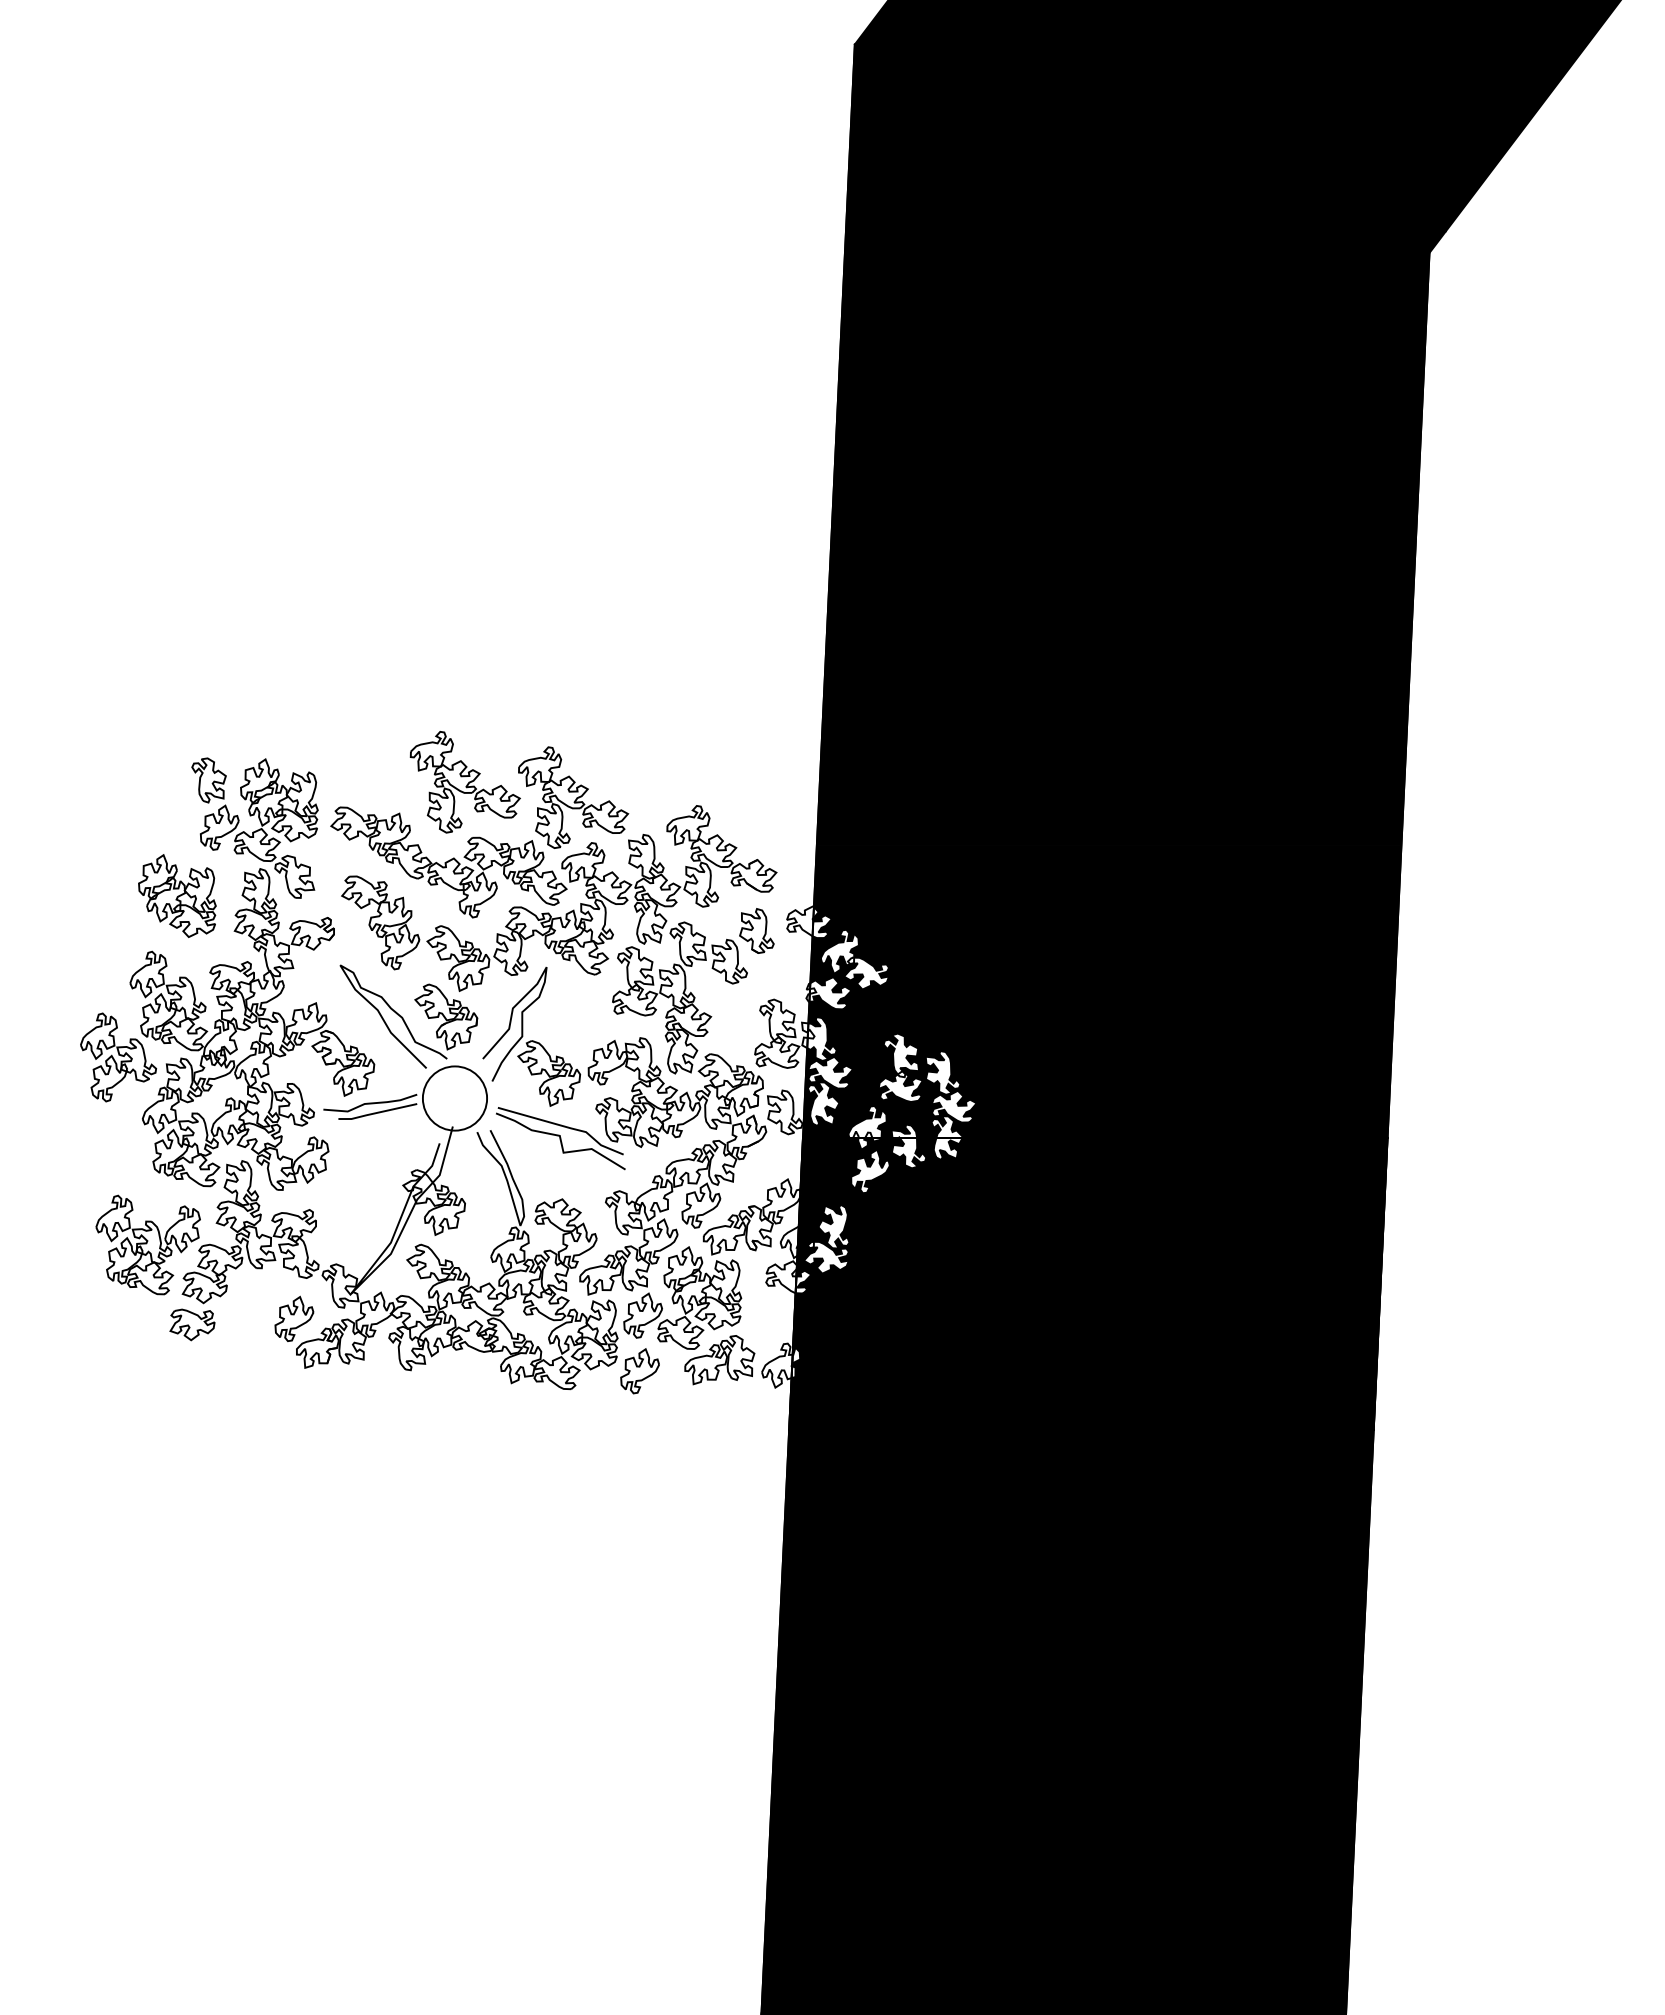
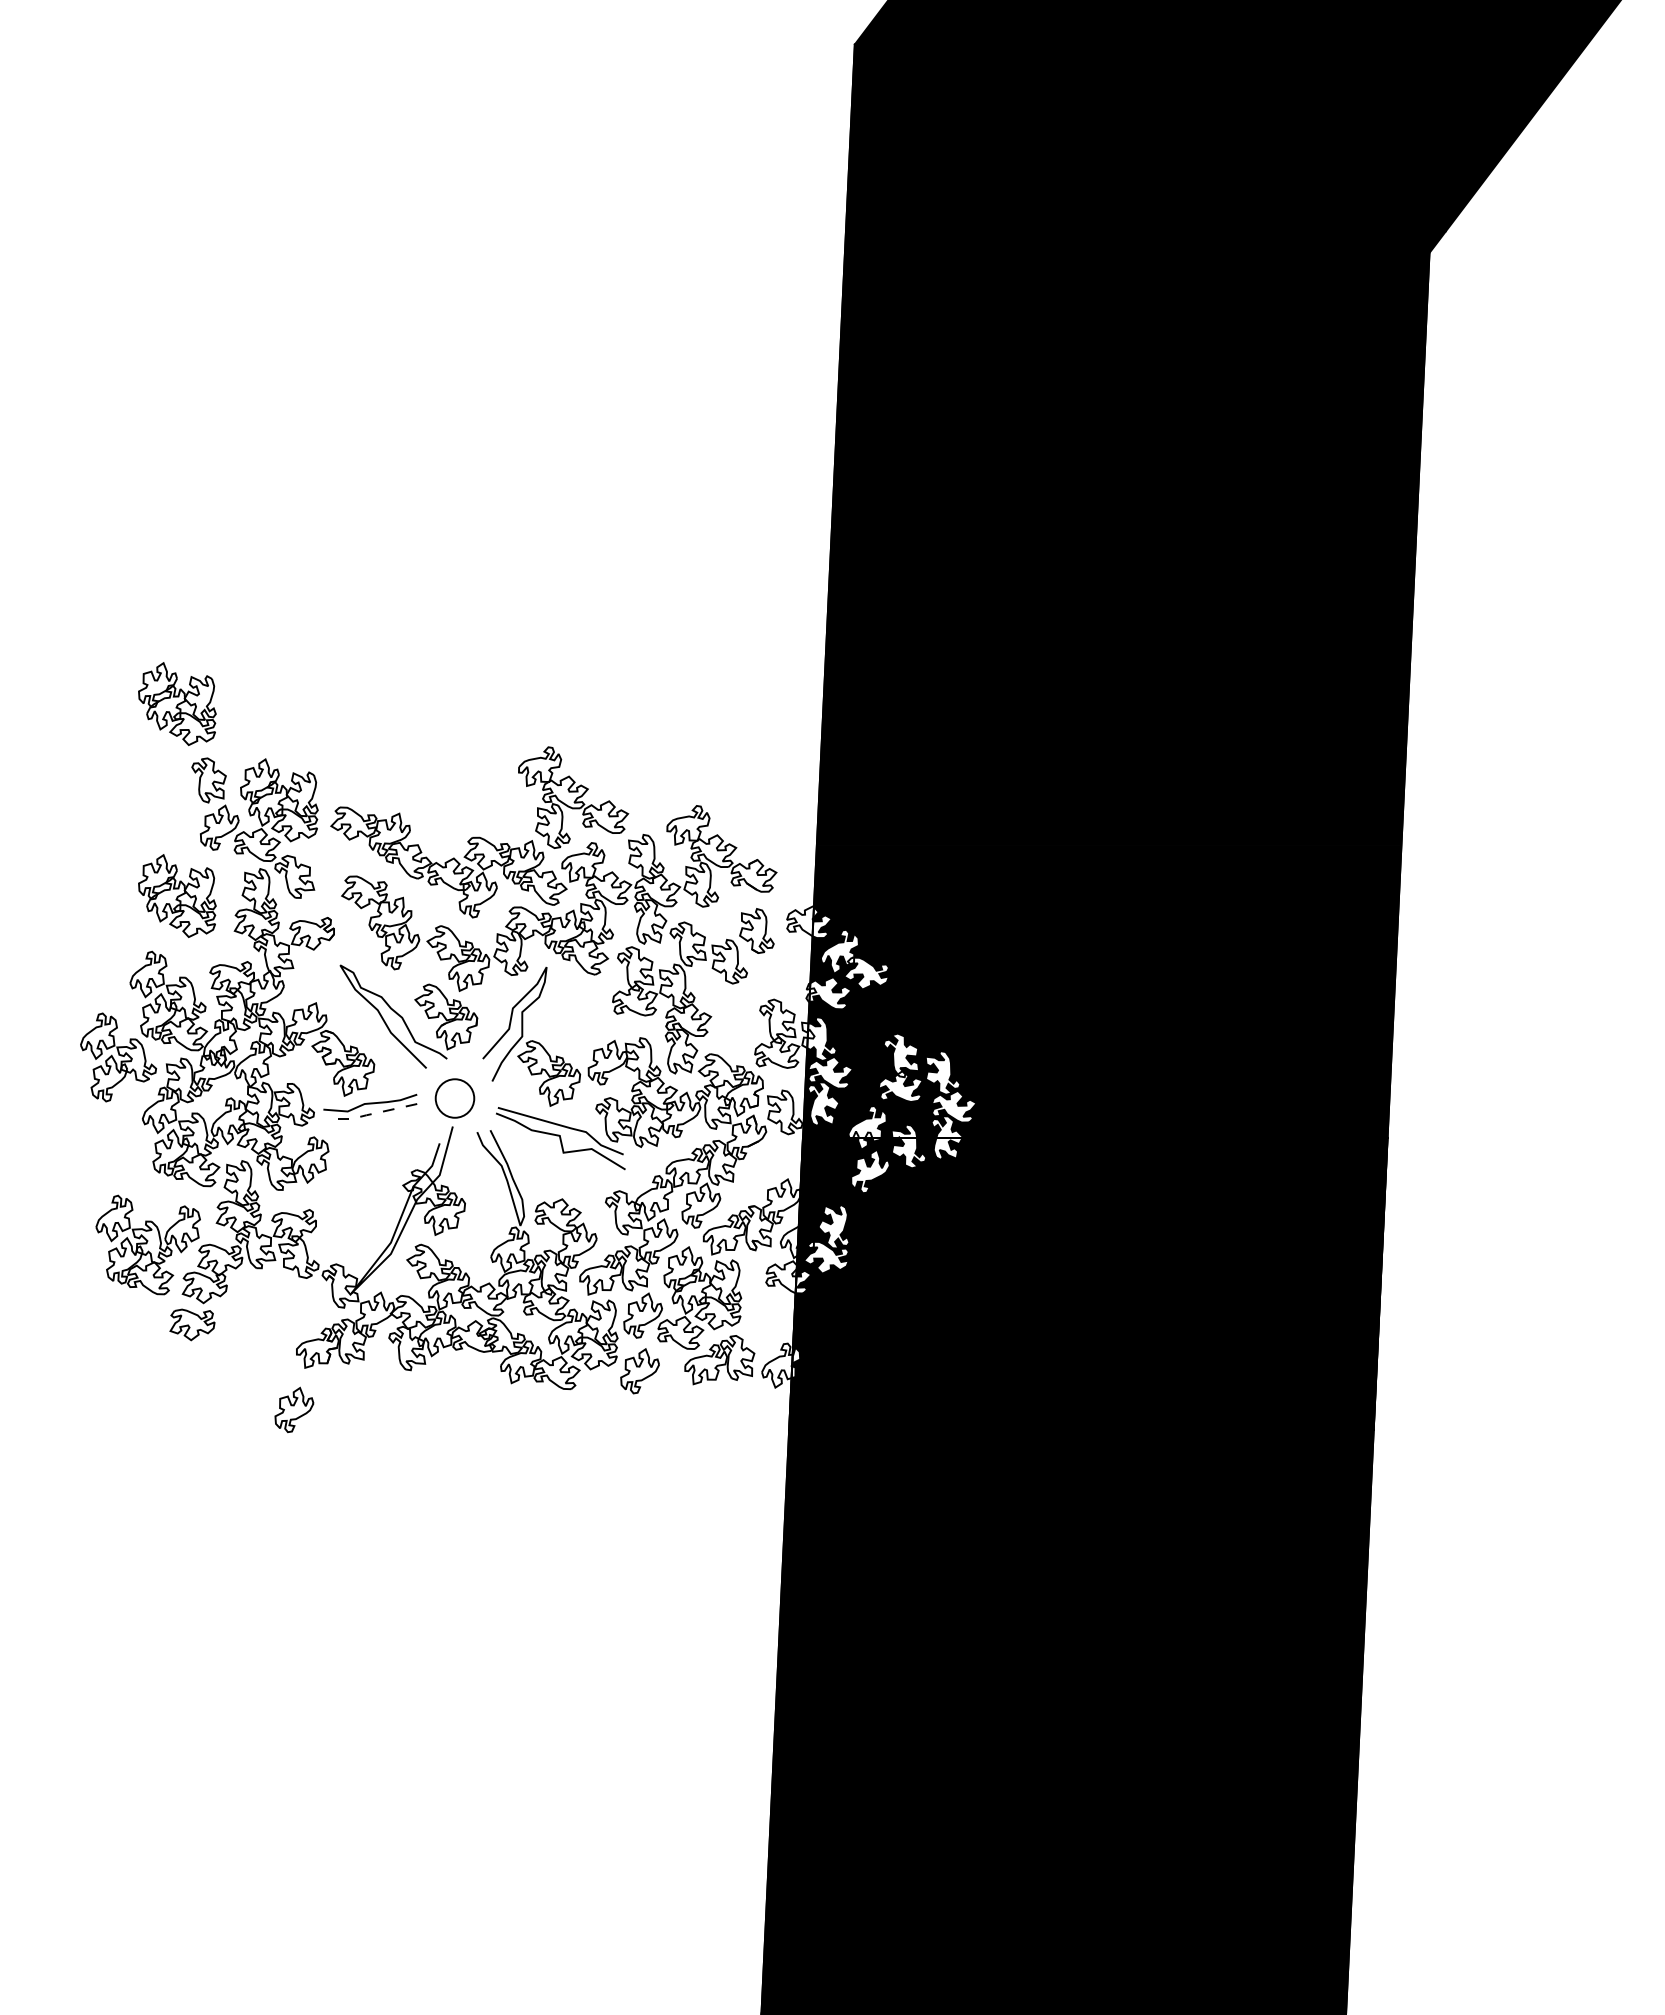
part at (177, 703): none -> present
part at (464, 782): present -> none
circle at (454, 1098) diameter: 64 px -> 39 px
line at (376, 1113): solid -> dashed
part at (294, 1318) position: (294, 1318) -> (294, 1409)
